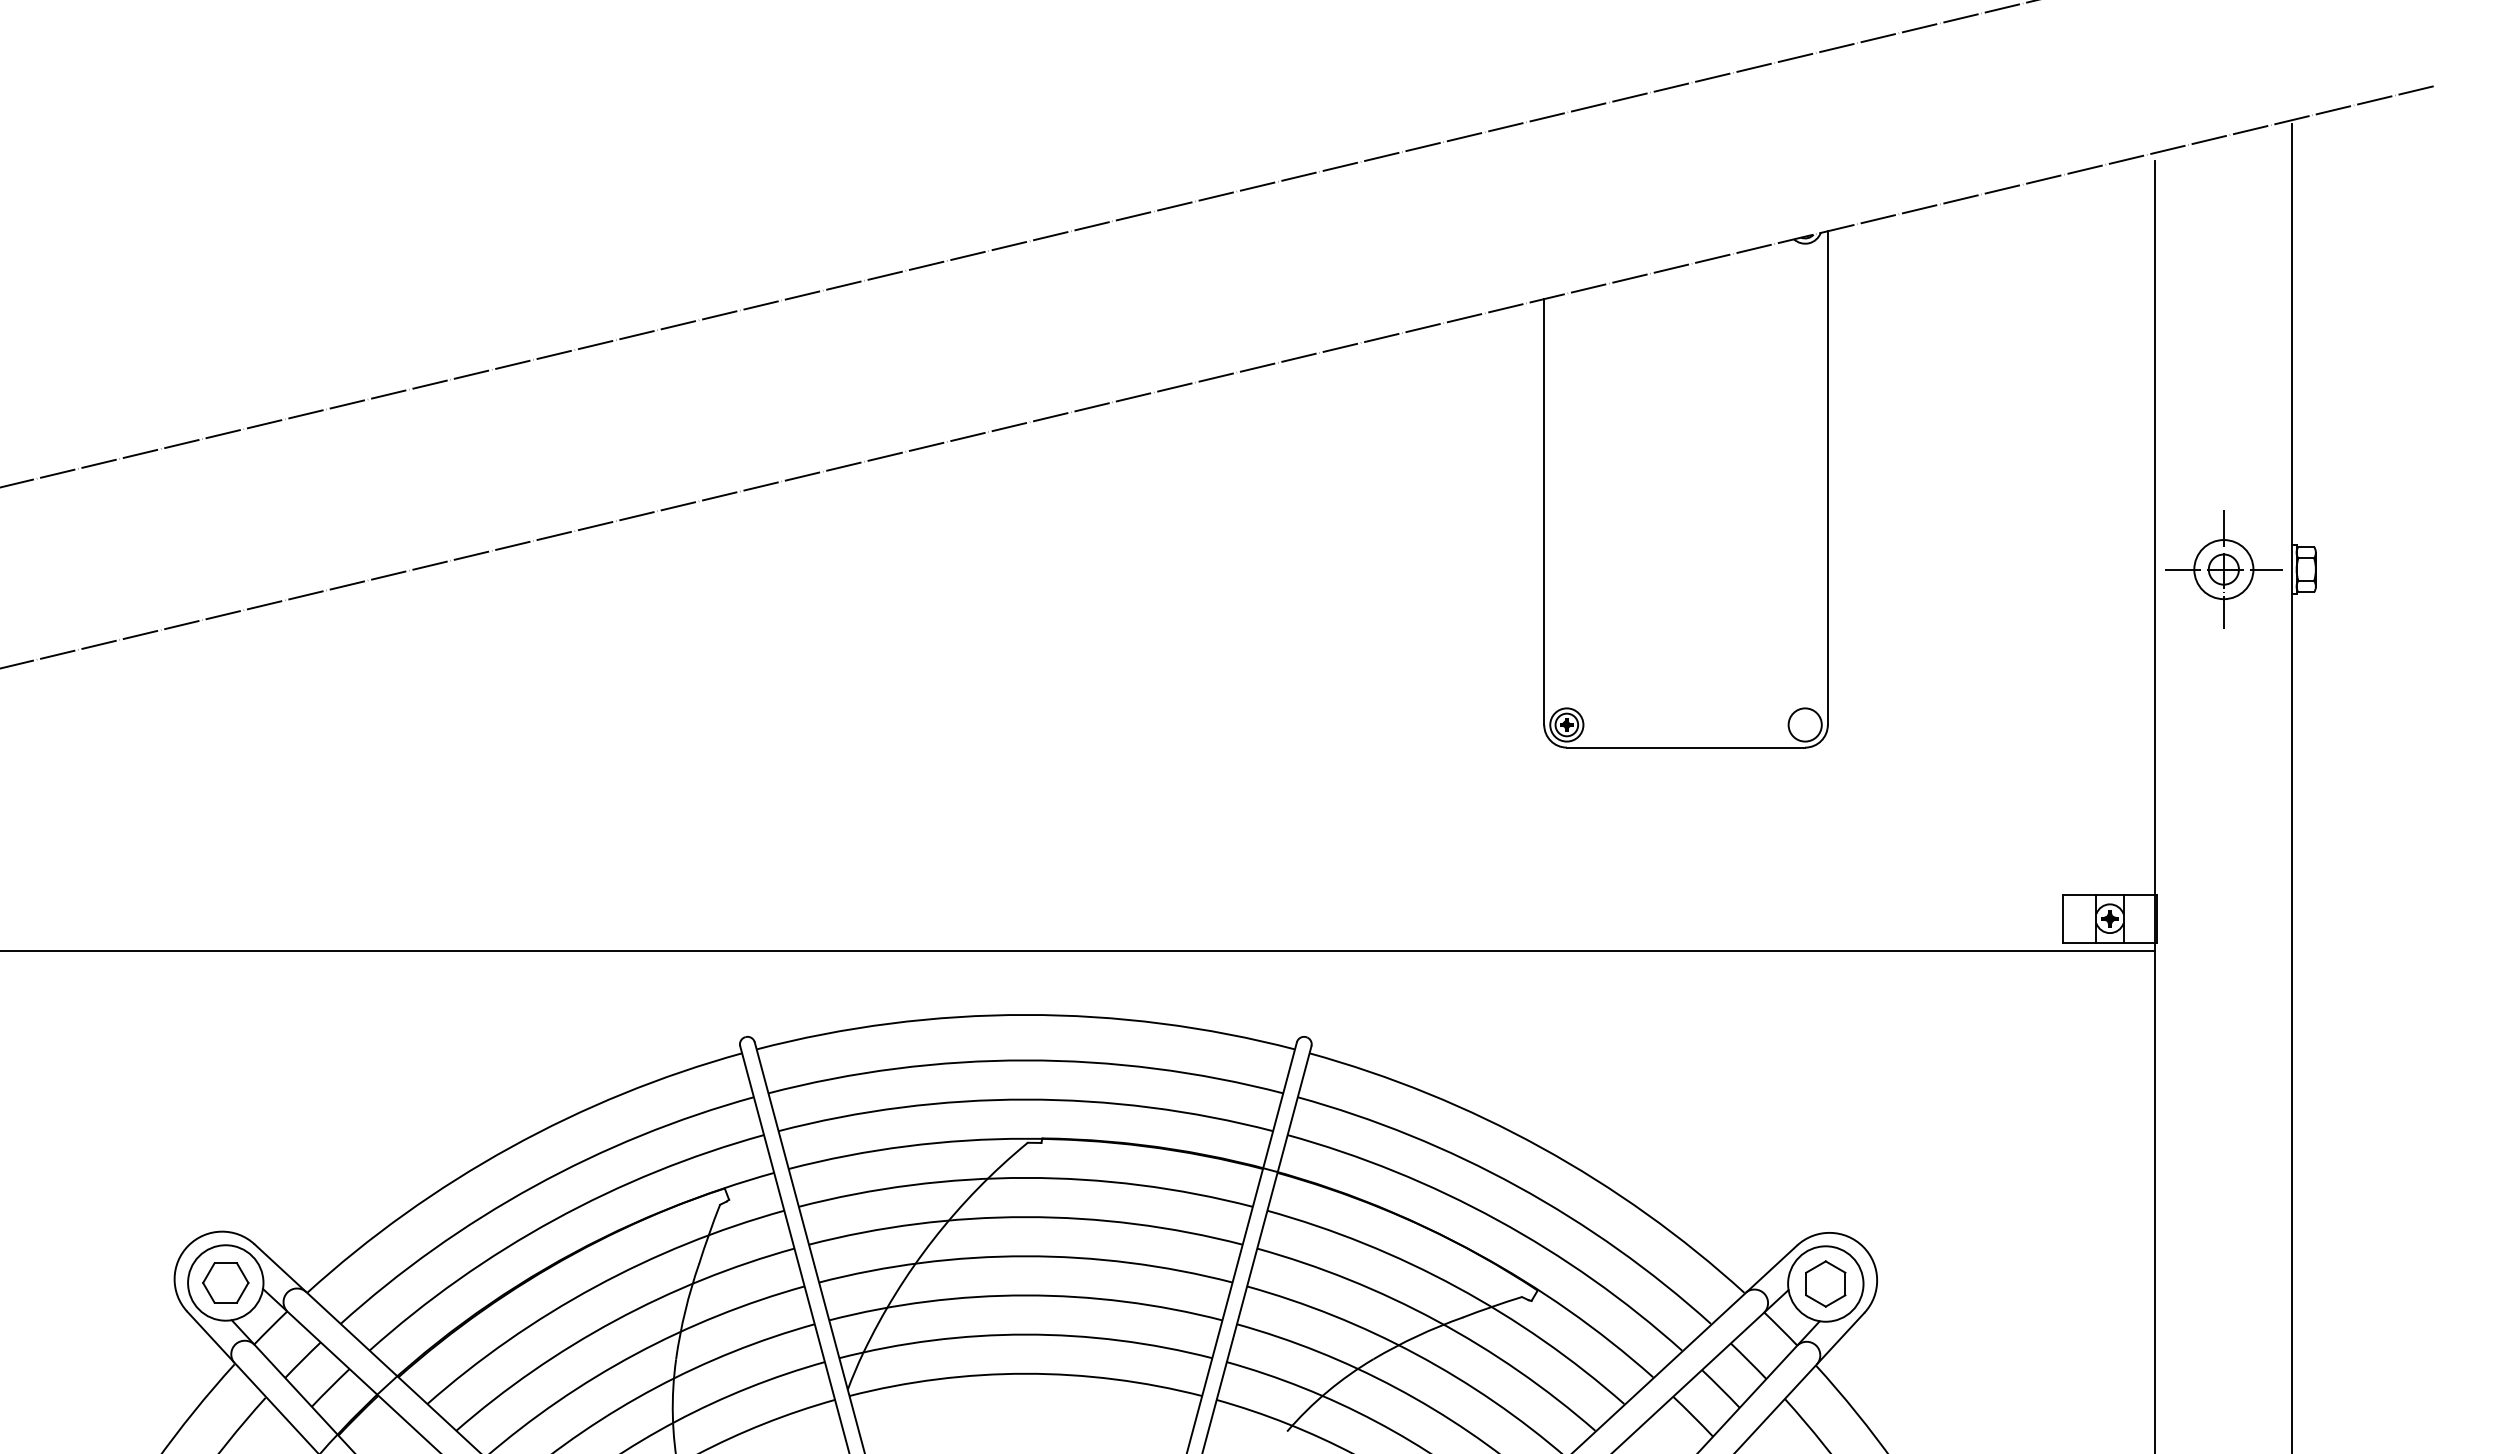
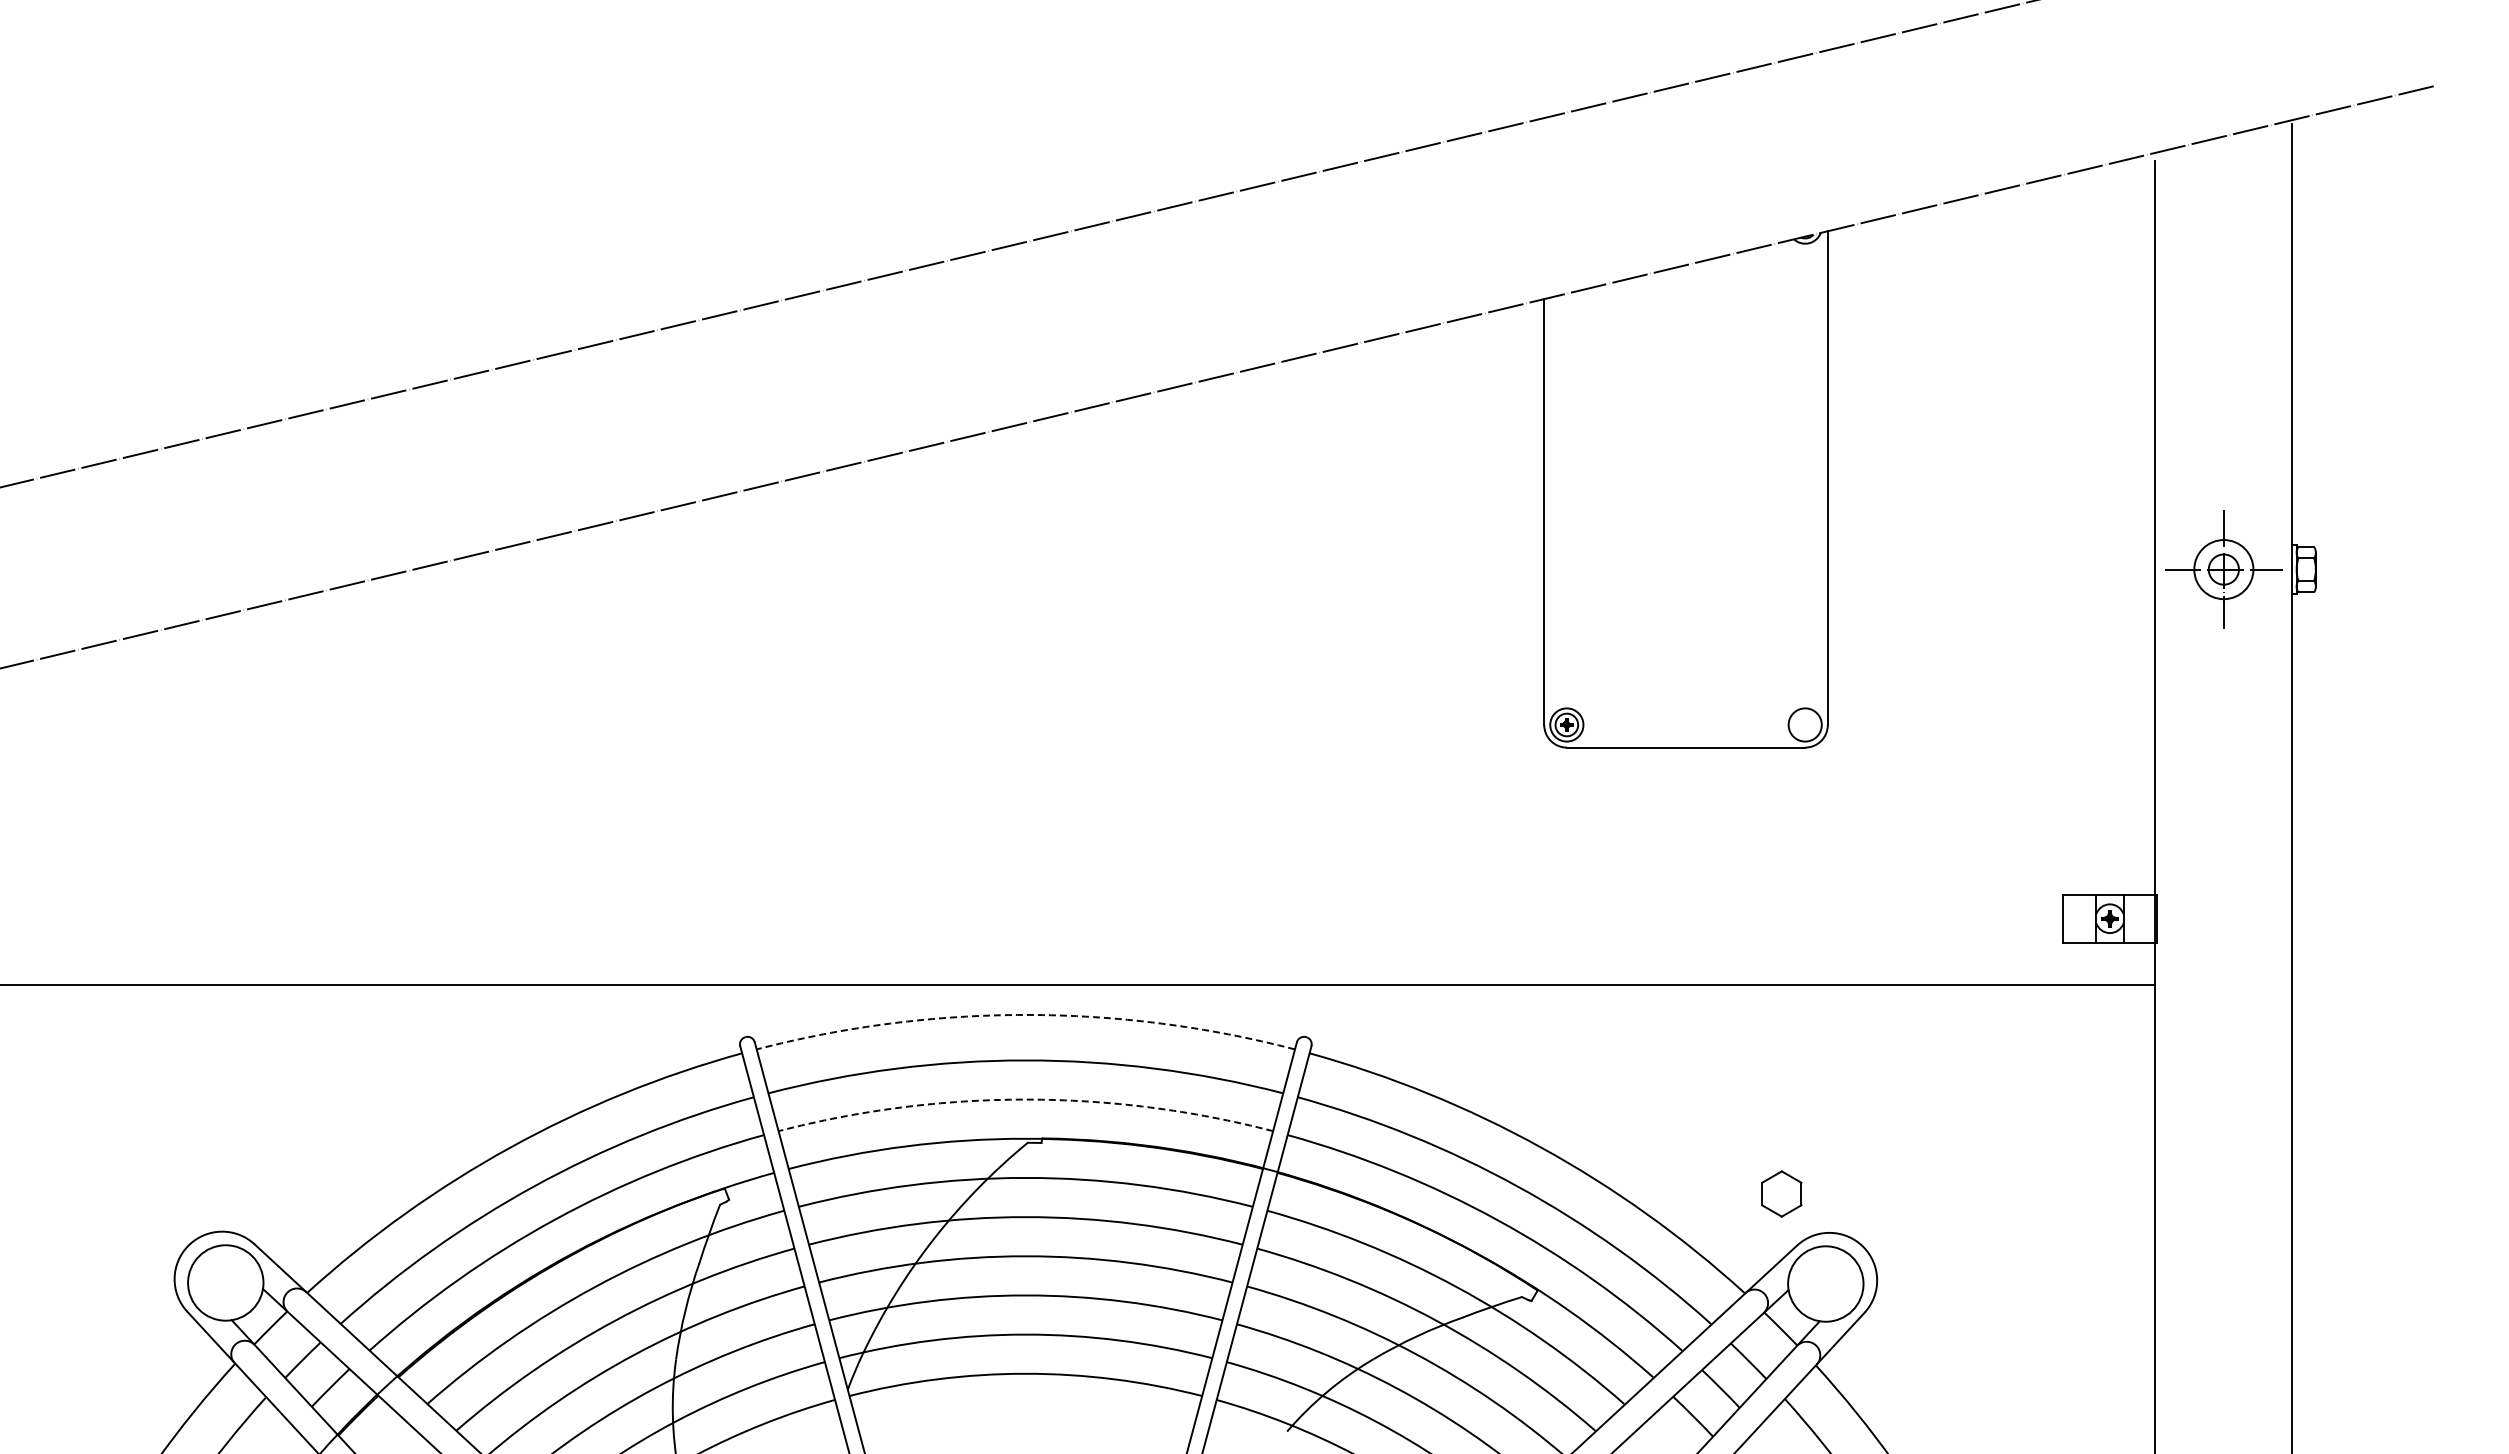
line at (1078, 951) position: (1078, 951) -> (1078, 985)
arc at (1025, 1014): solid -> dashed
arc at (1025, 1099): solid -> dashed
part at (225, 1282): present -> none
part at (1825, 1283) position: (1825, 1283) -> (1781, 1193)
